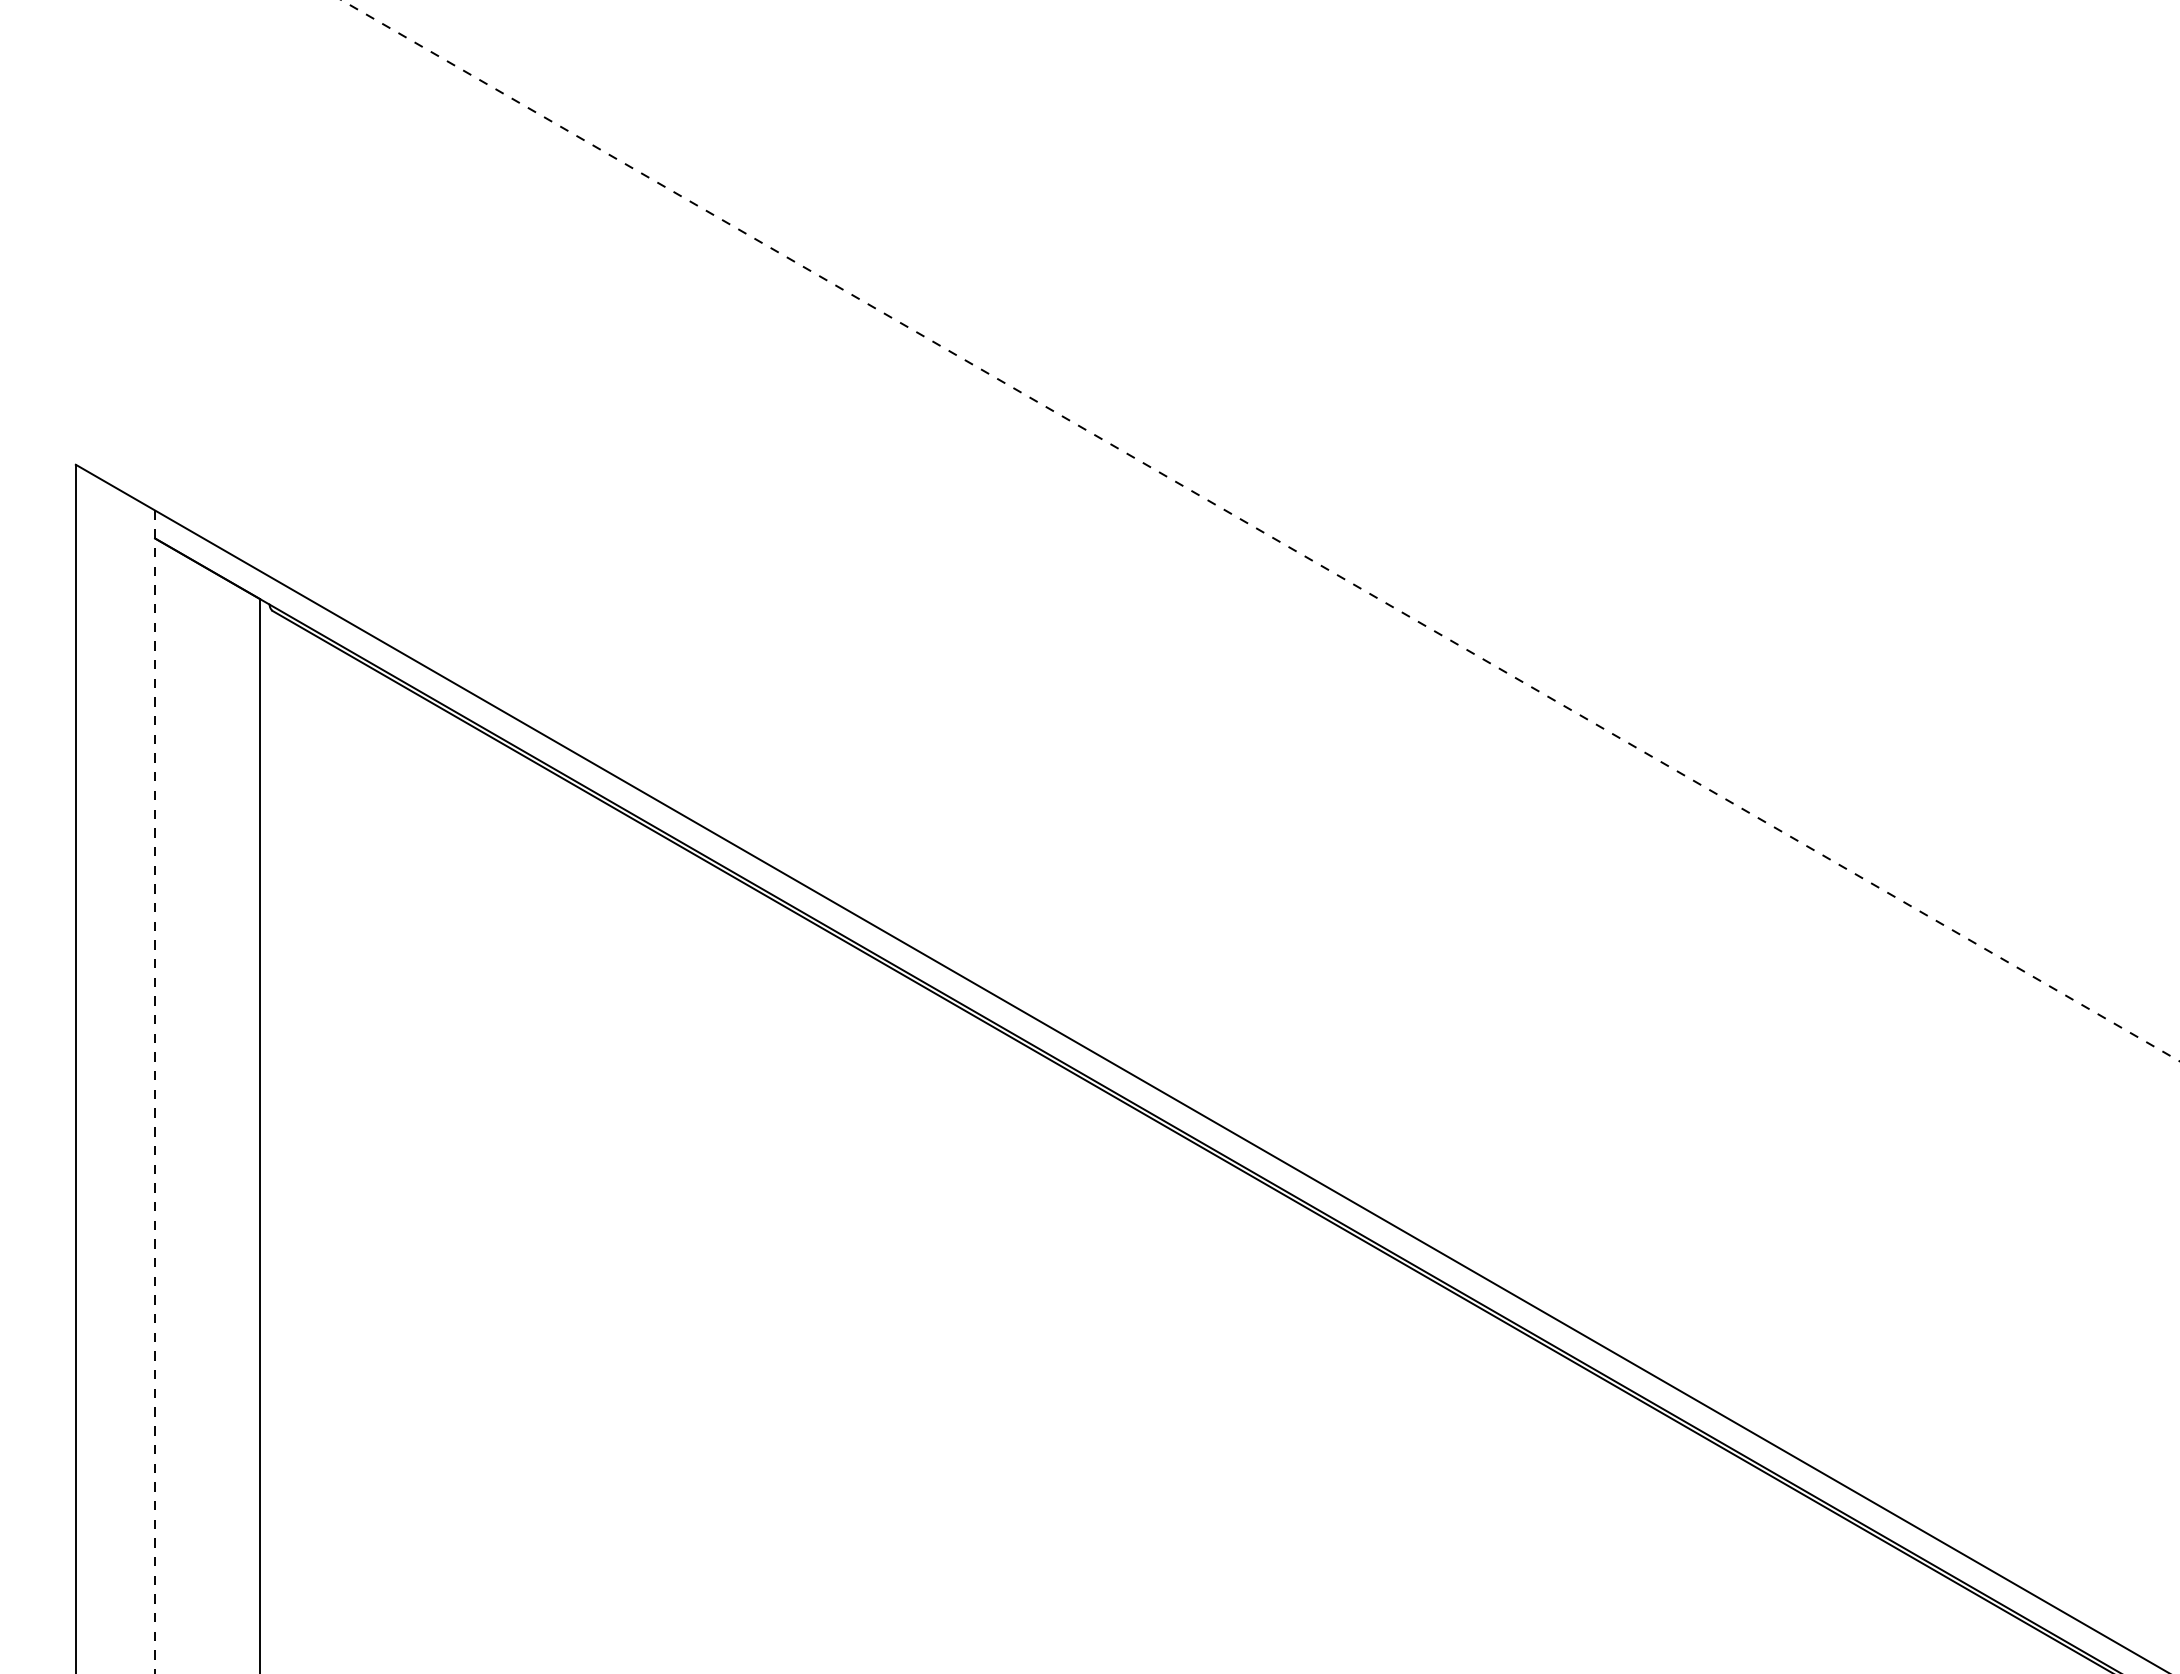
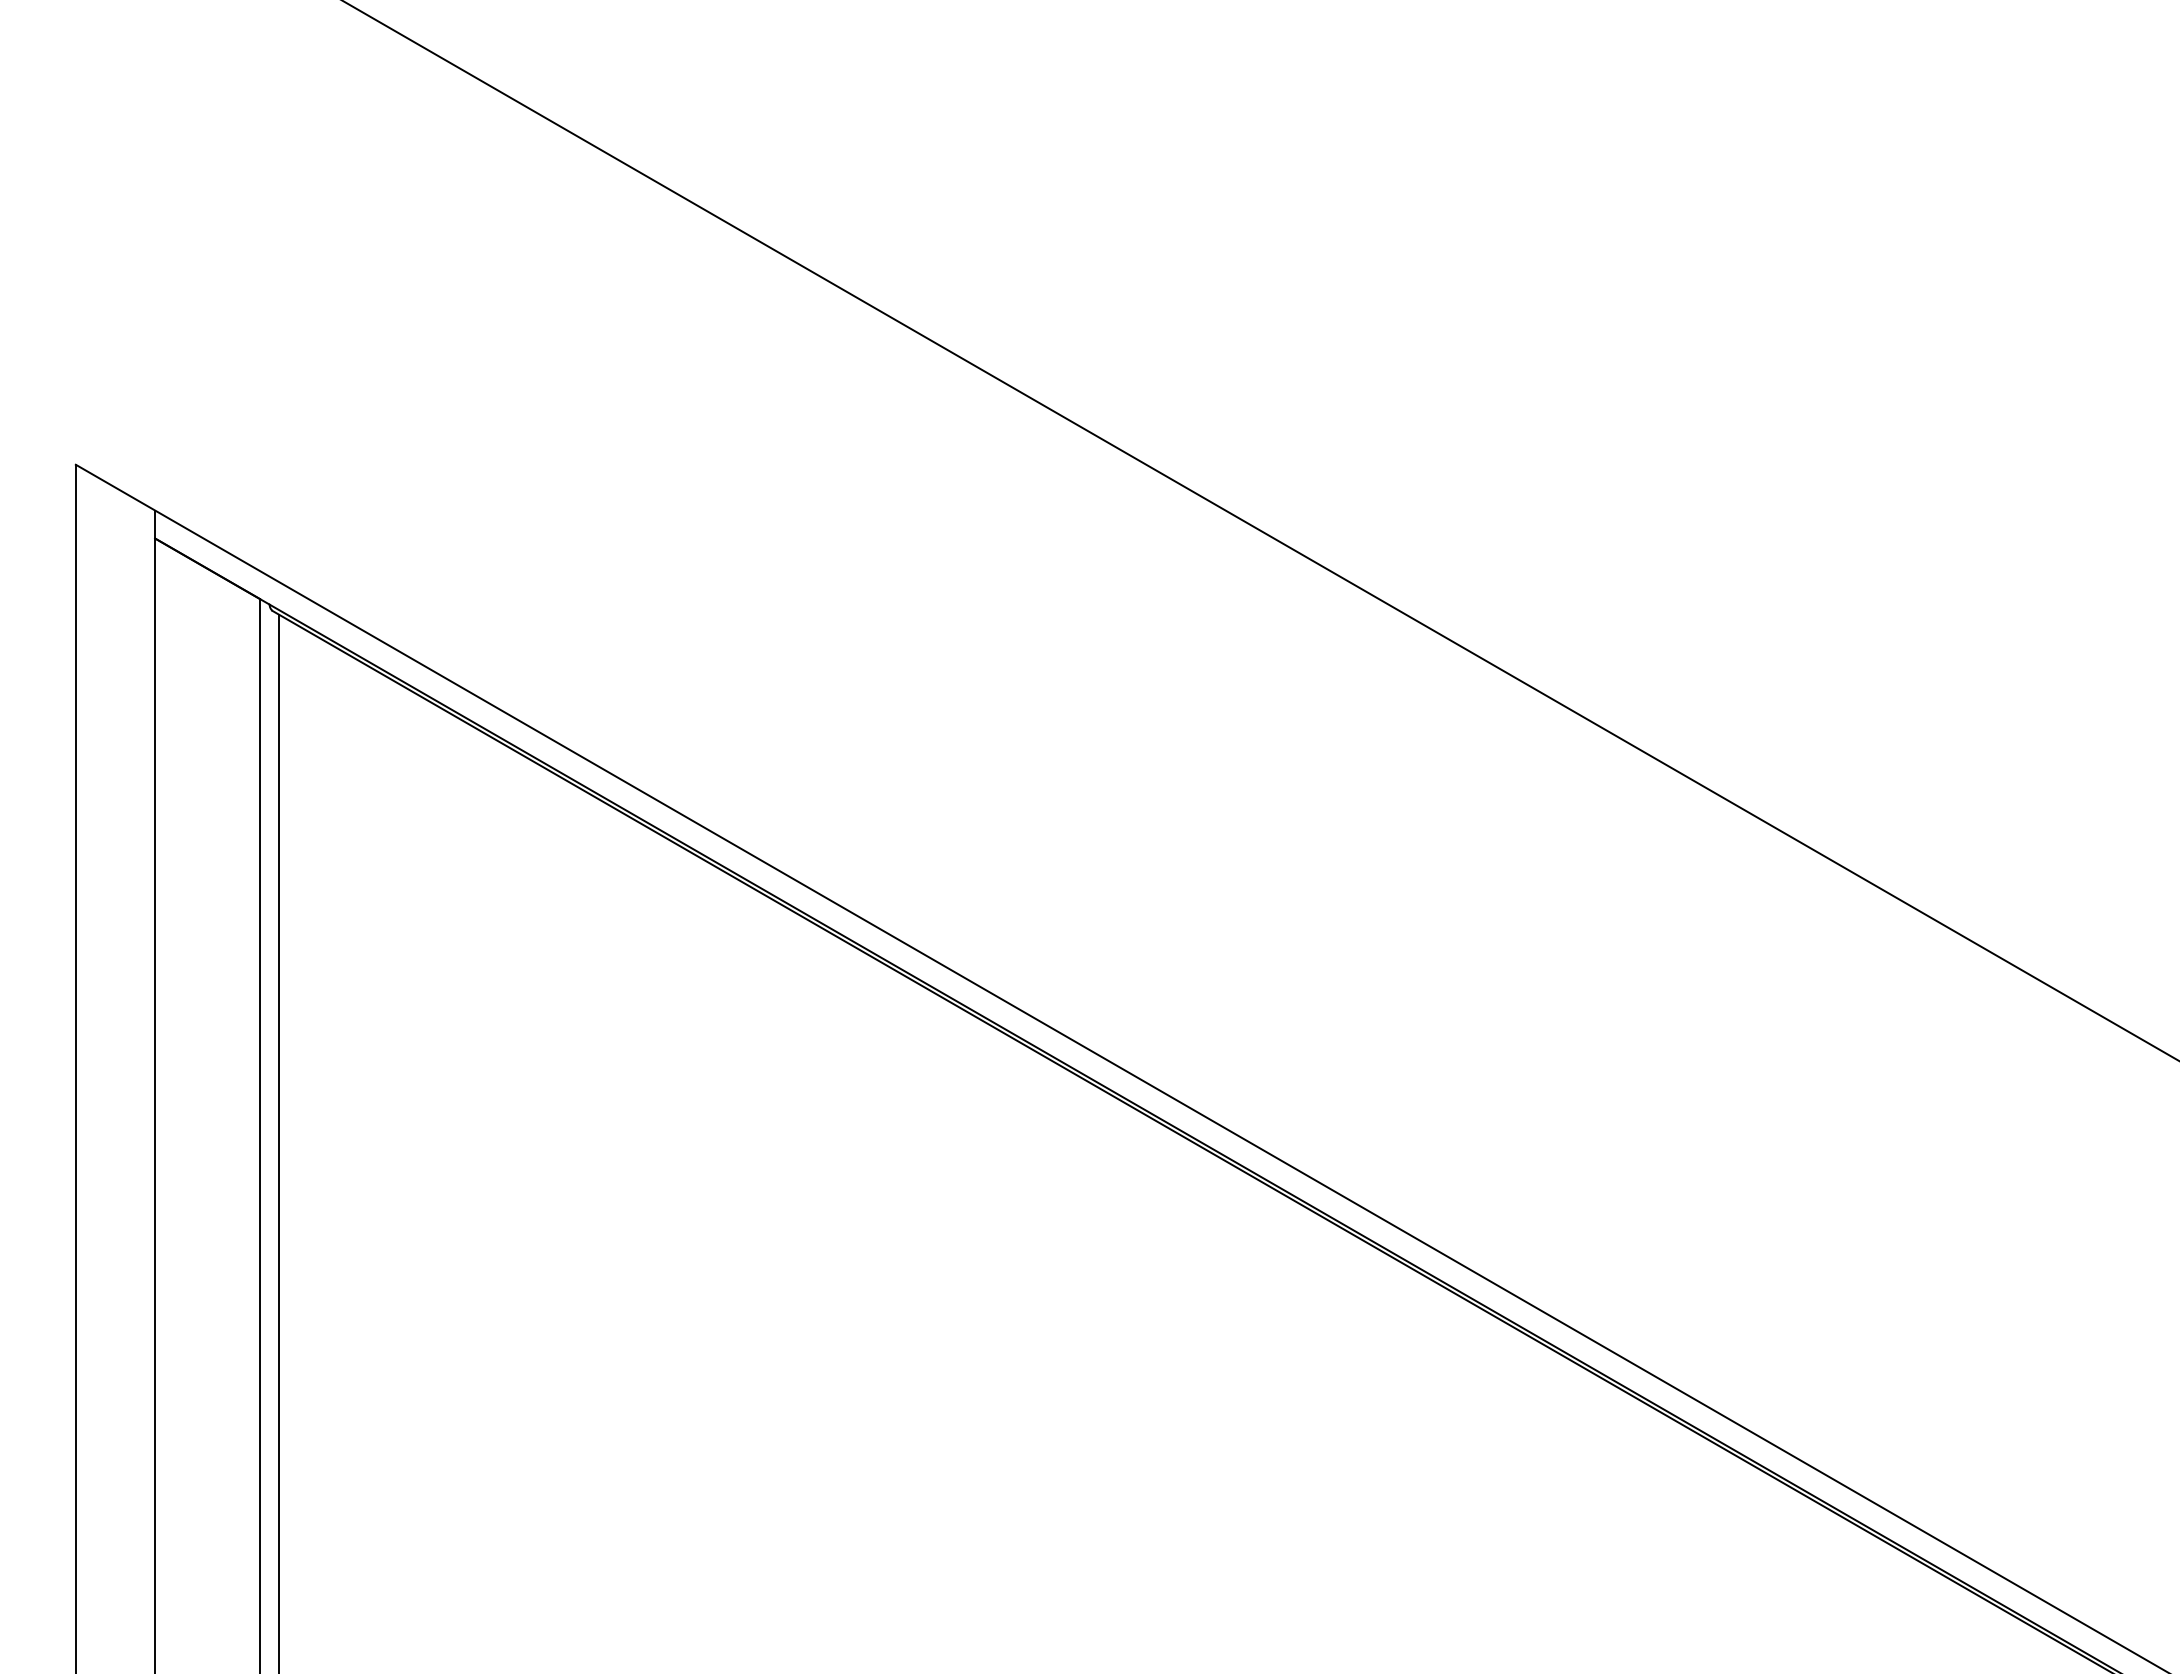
line at (1260, 530): dashed -> solid
line at (155, 1092): dashed -> solid
line at (279, 1142): none -> present
